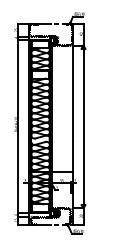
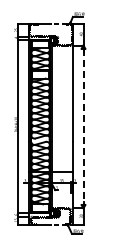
line at (83, 126): solid -> dashed
